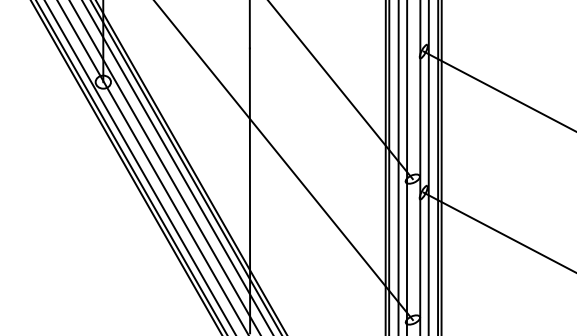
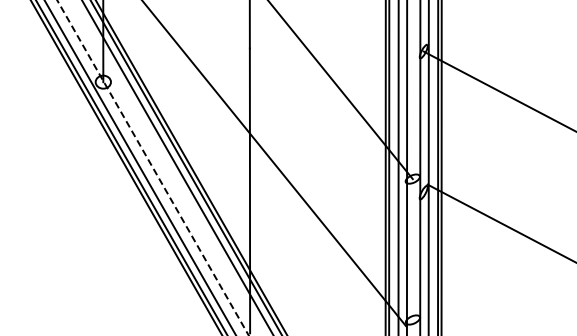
line at (283, 161) position: (283, 161) -> (274, 164)
line at (164, 167): present -> none
line at (153, 168): solid -> dashed
line at (498, 231) position: (498, 231) -> (500, 222)
